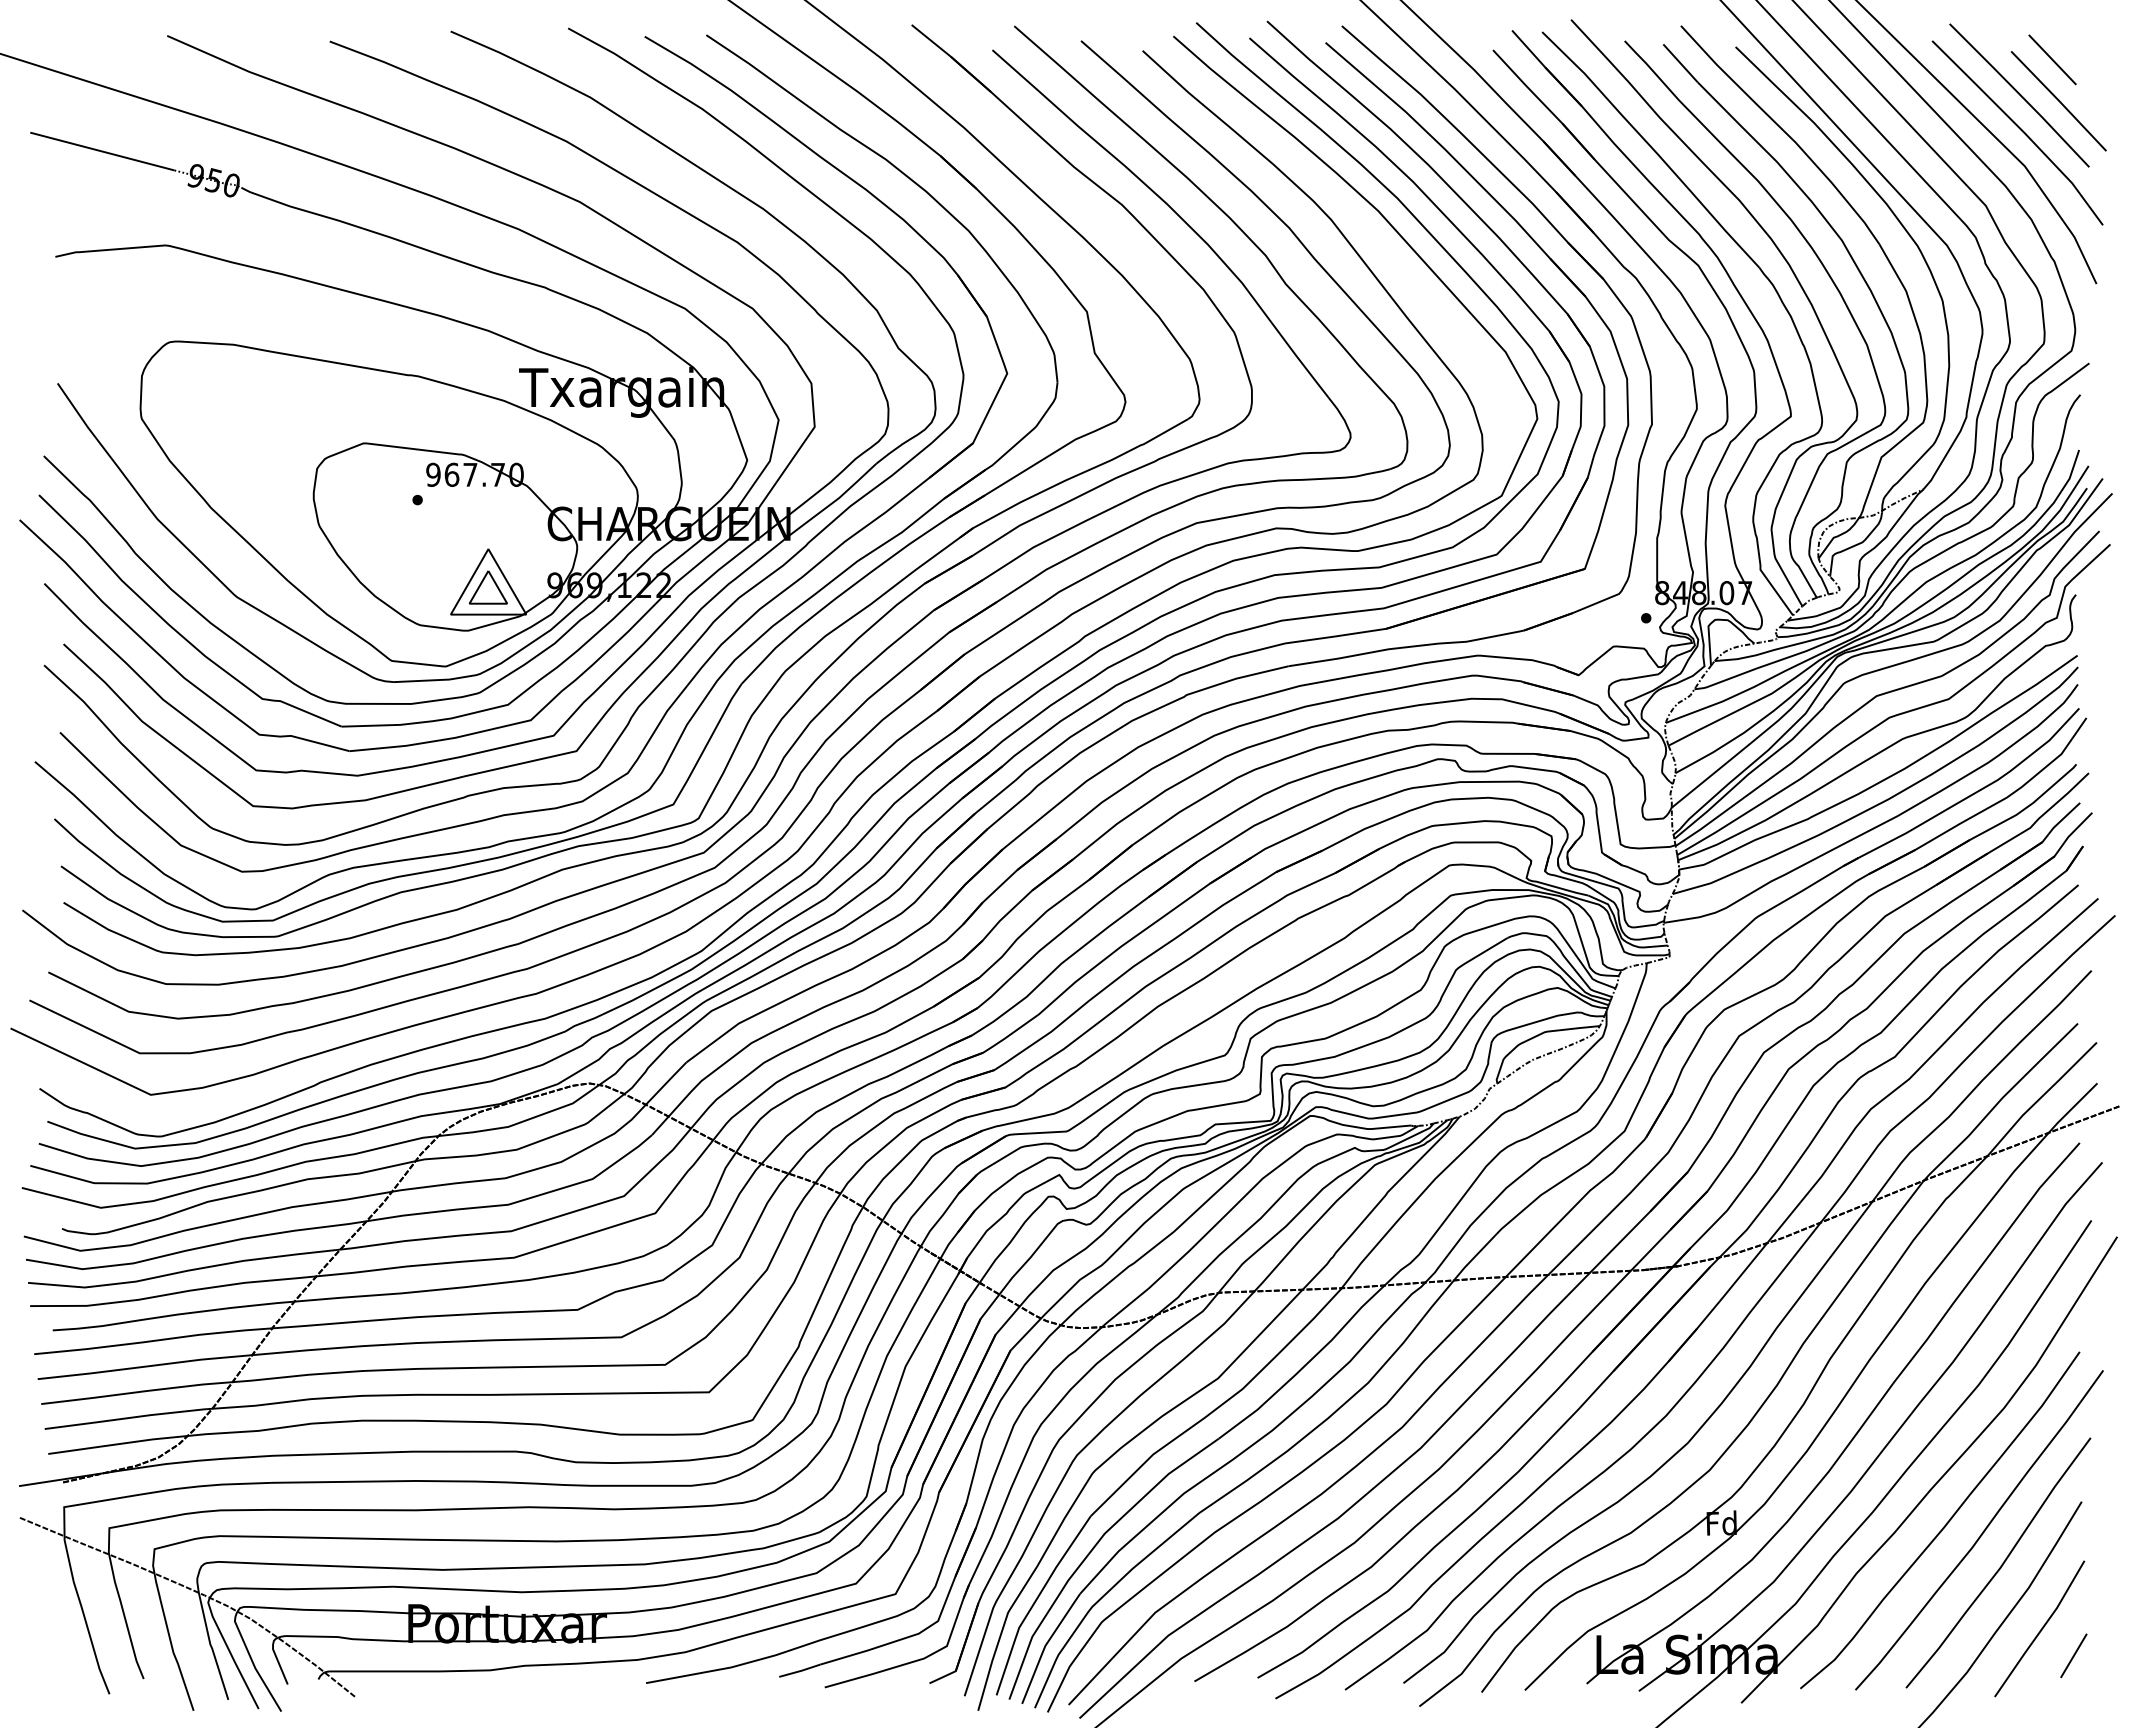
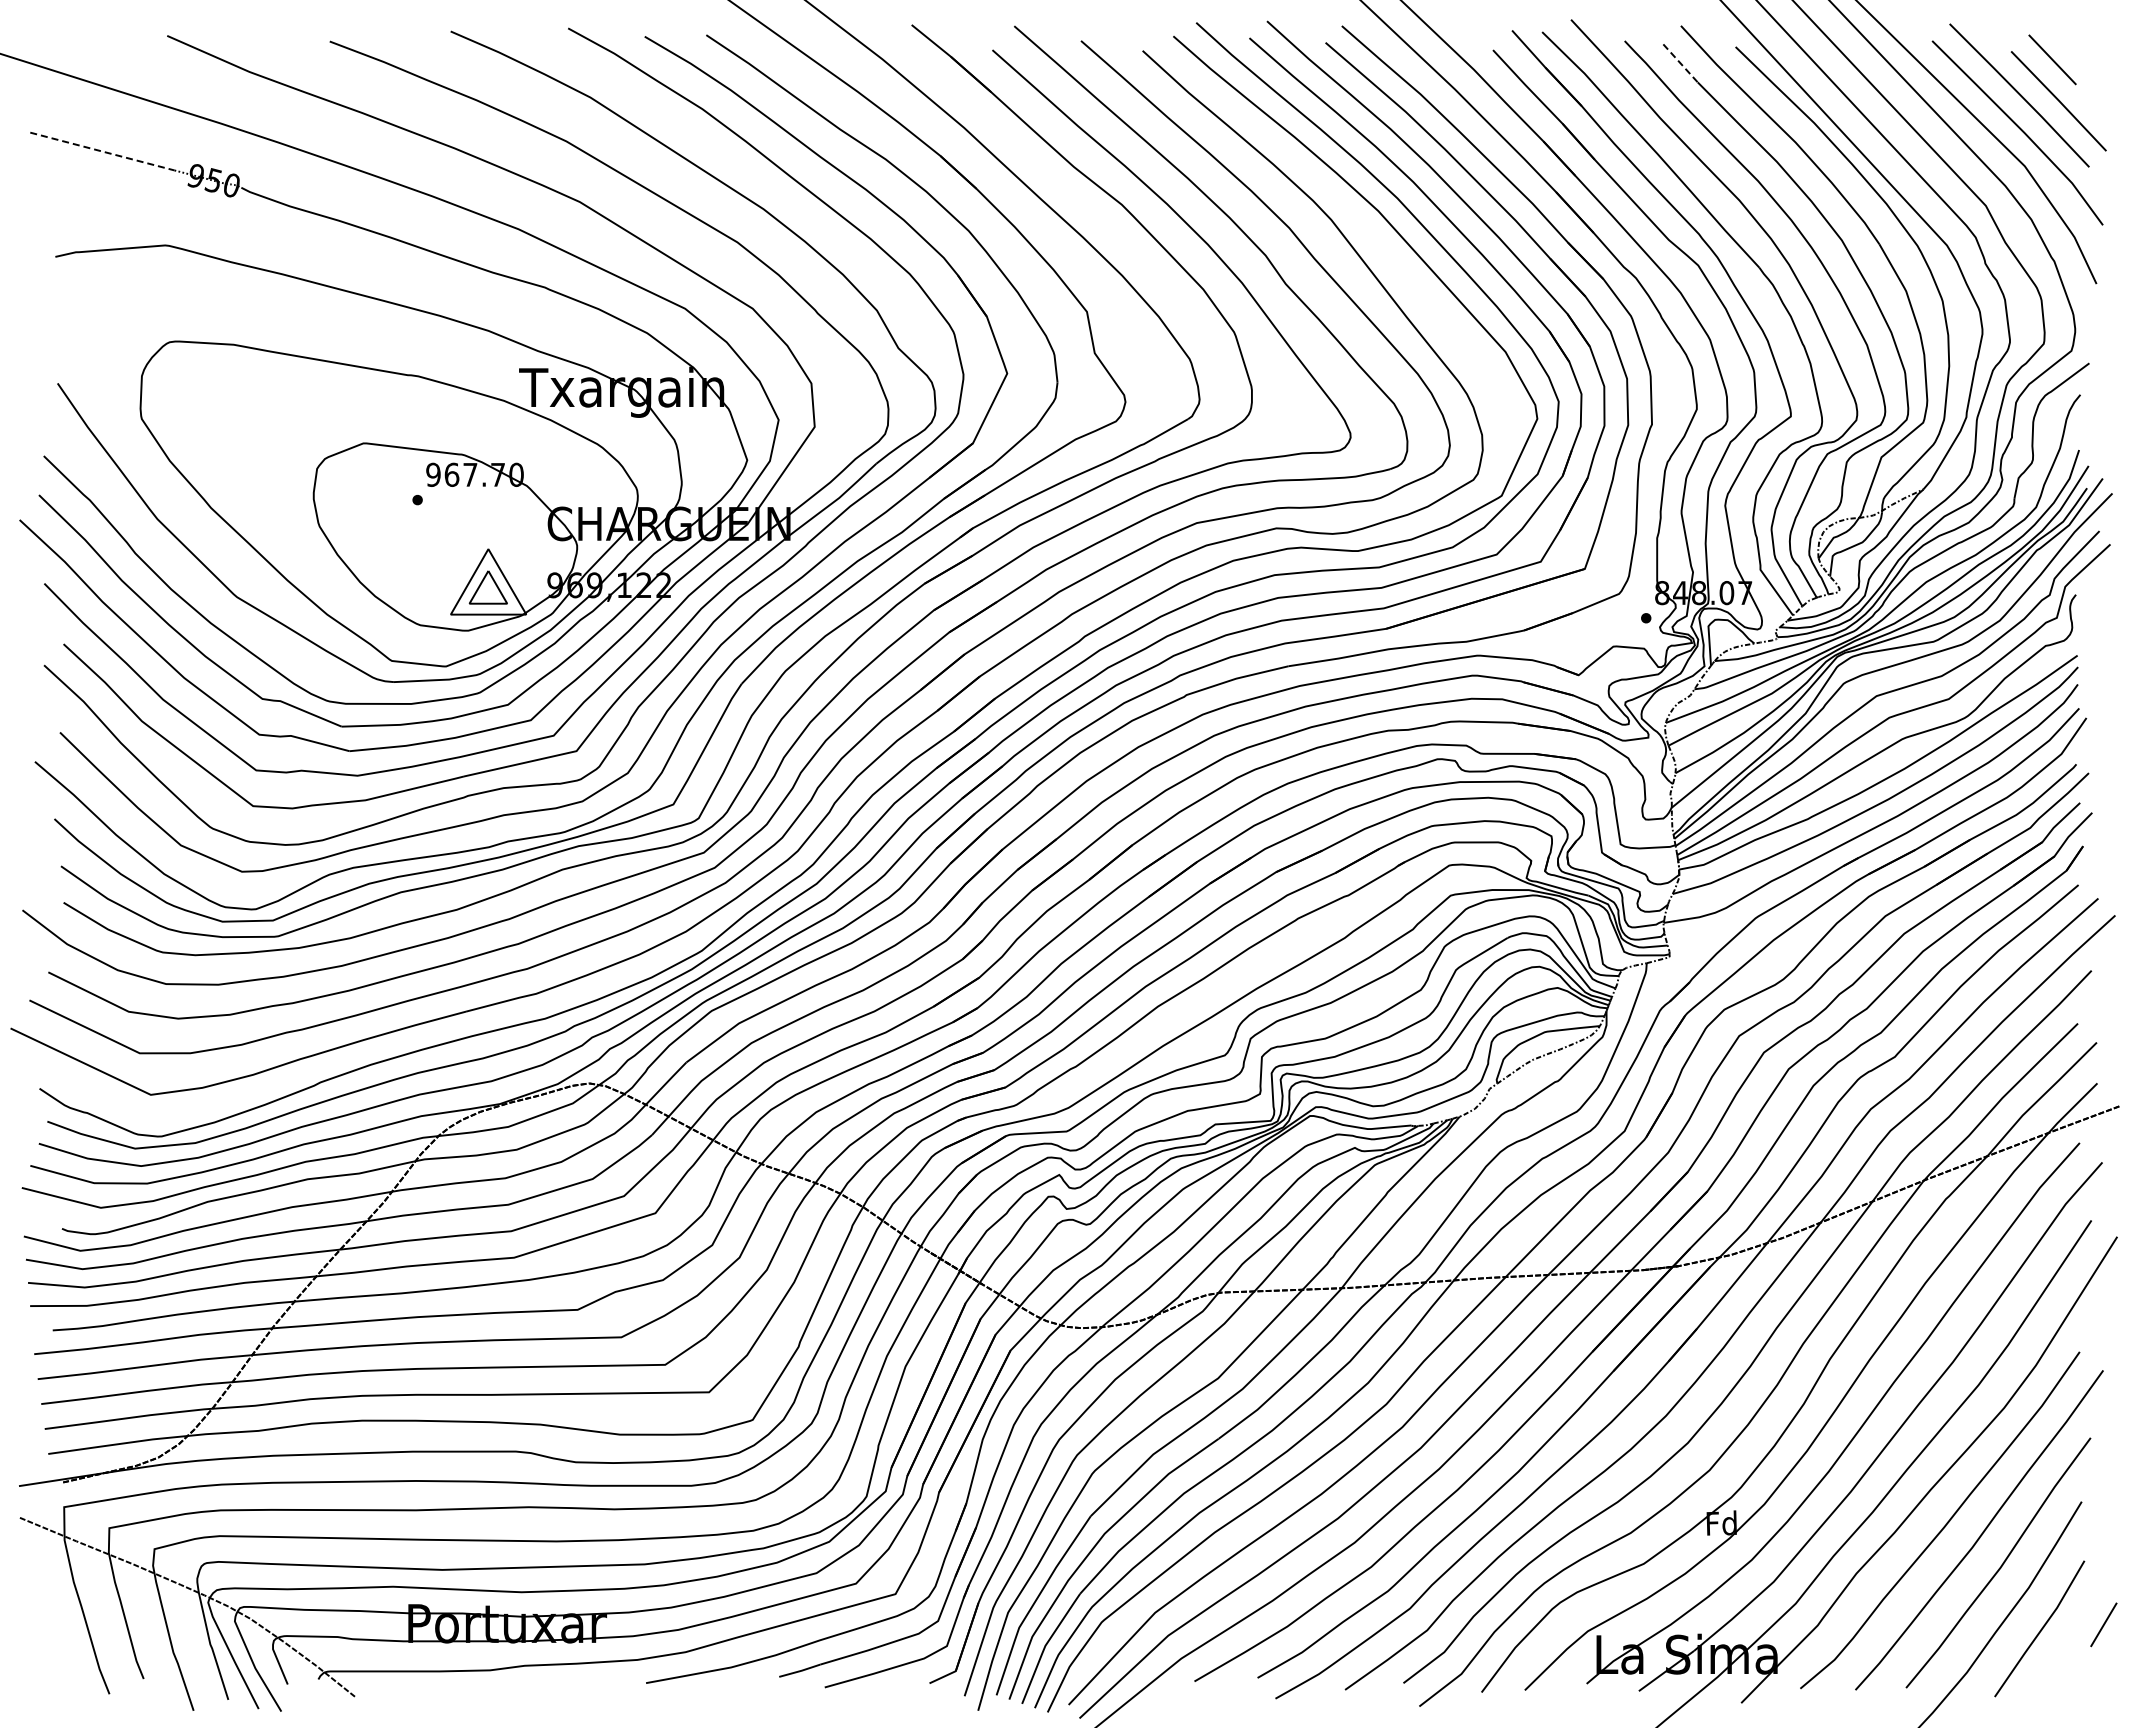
line at (1680, 63): solid -> dashed
line at (102, 151): solid -> dashed
line at (2073, 1655) position: (2073, 1655) -> (2103, 1624)
